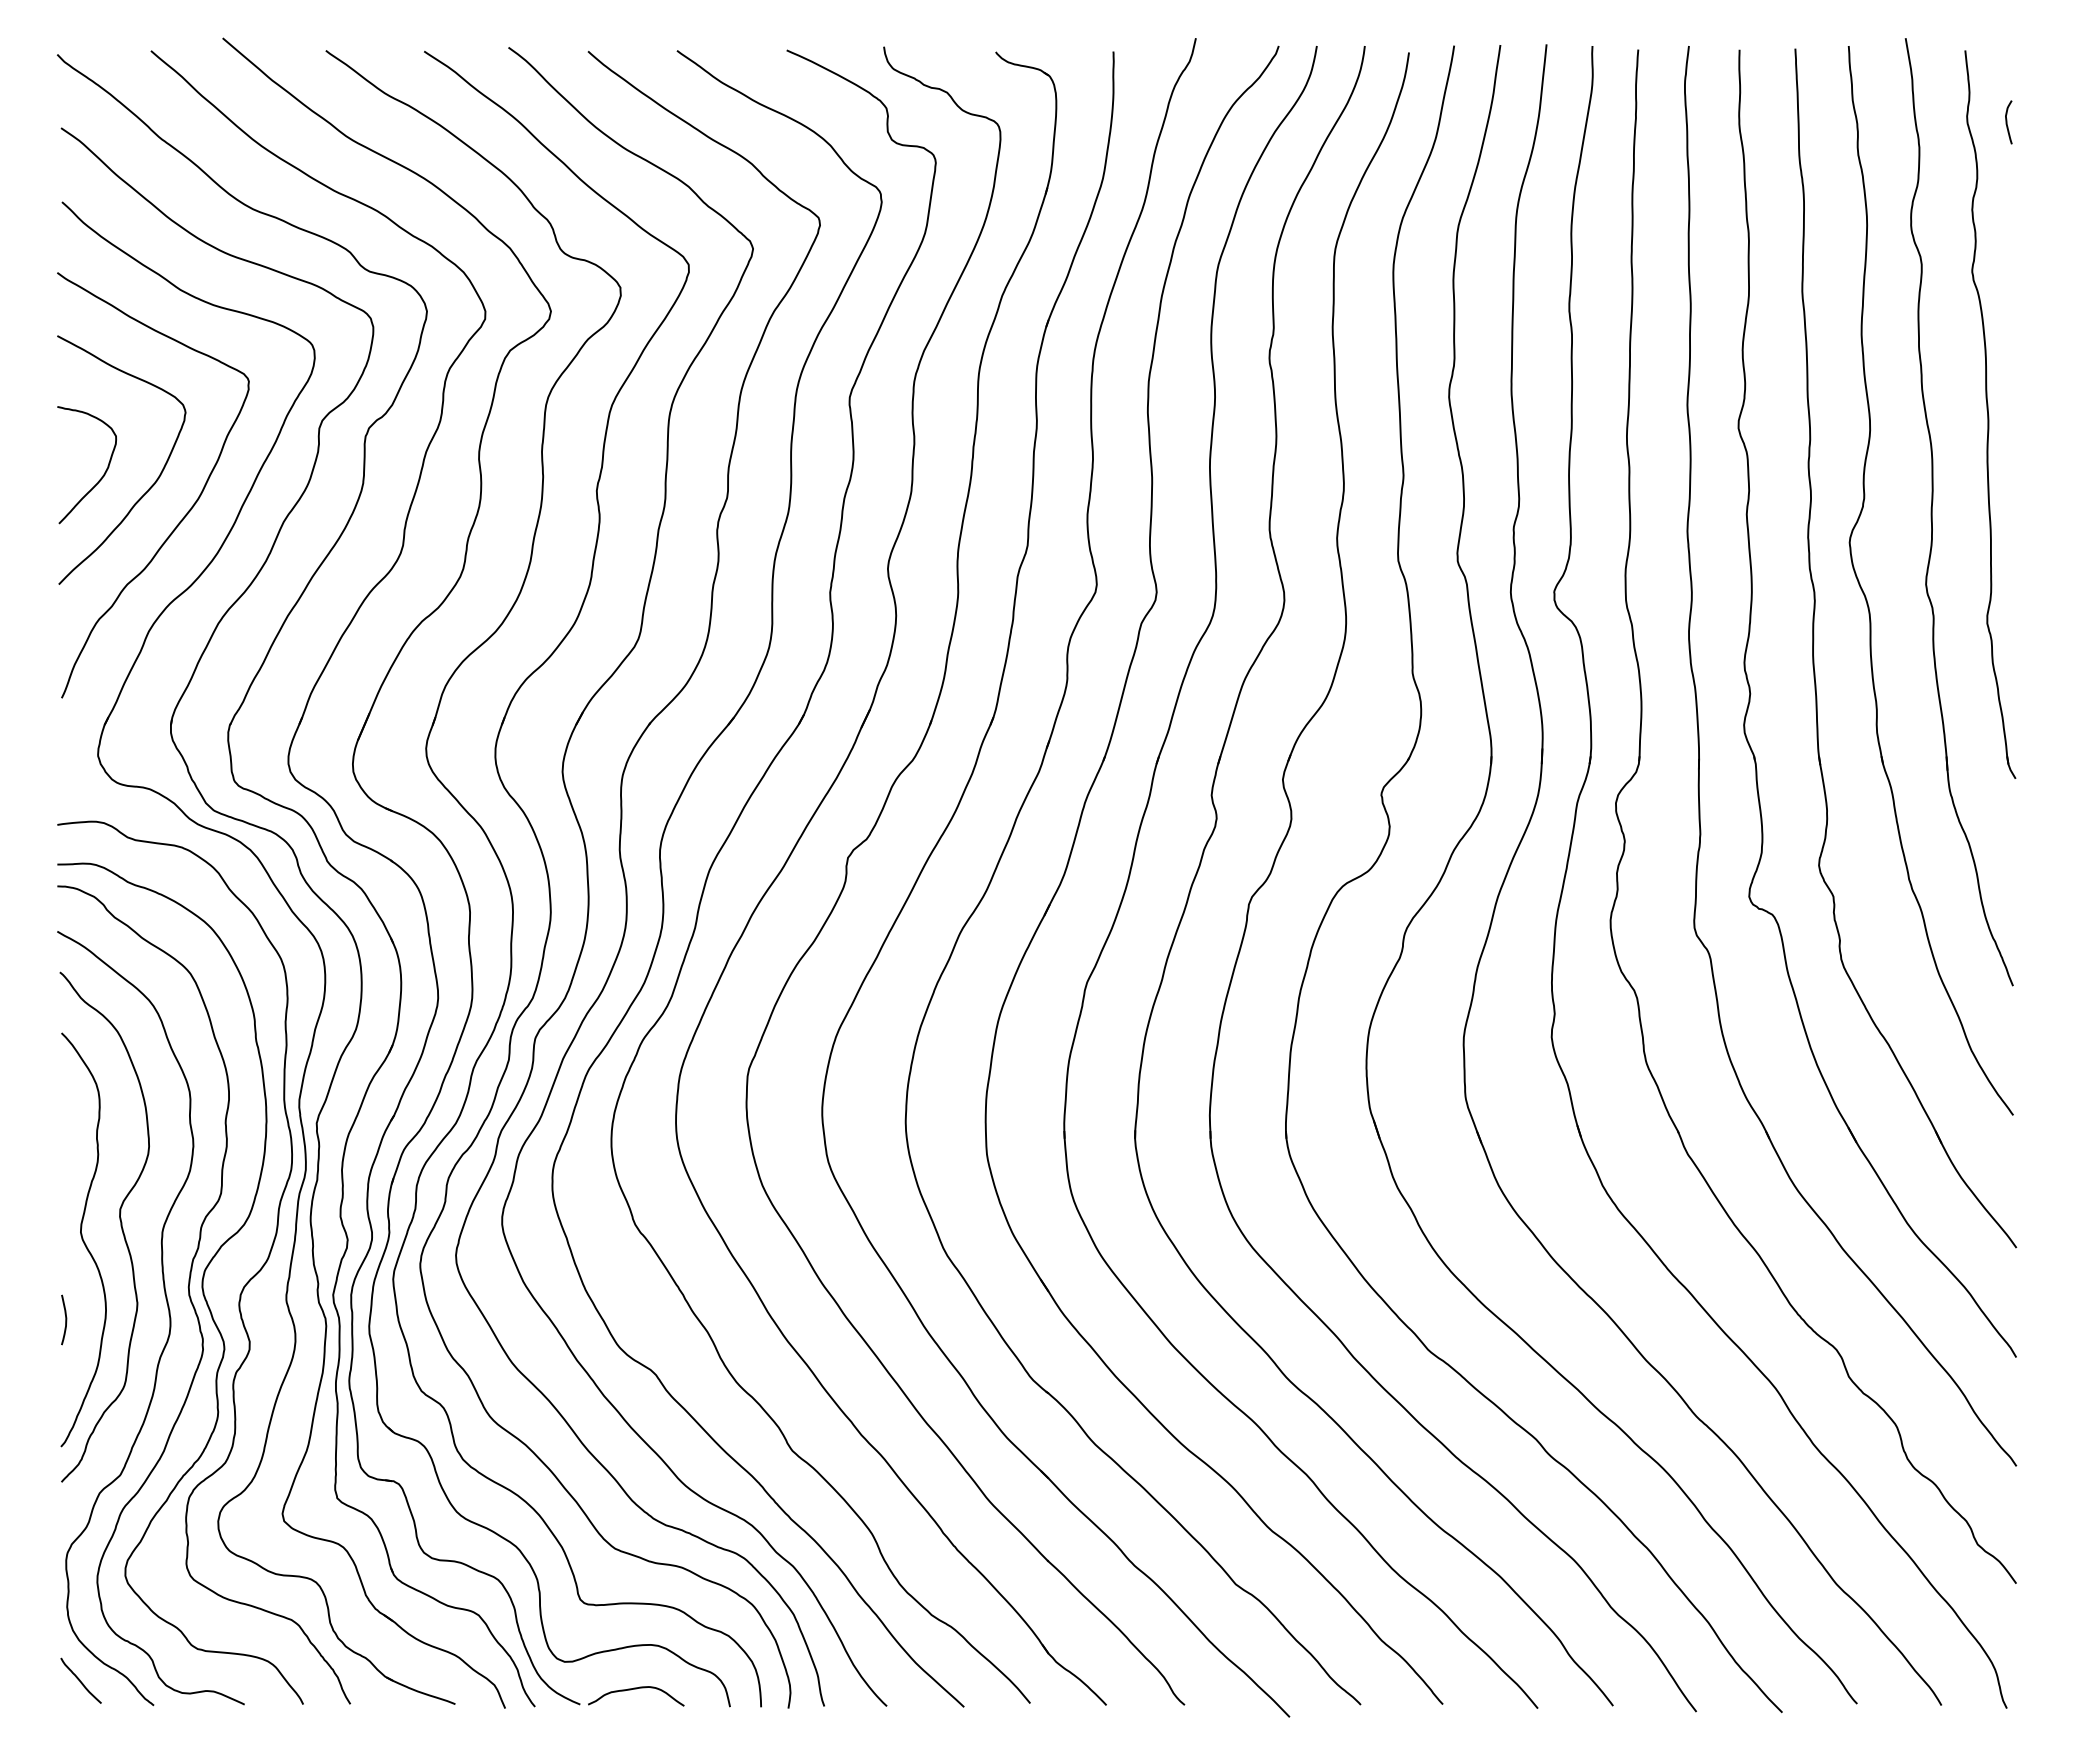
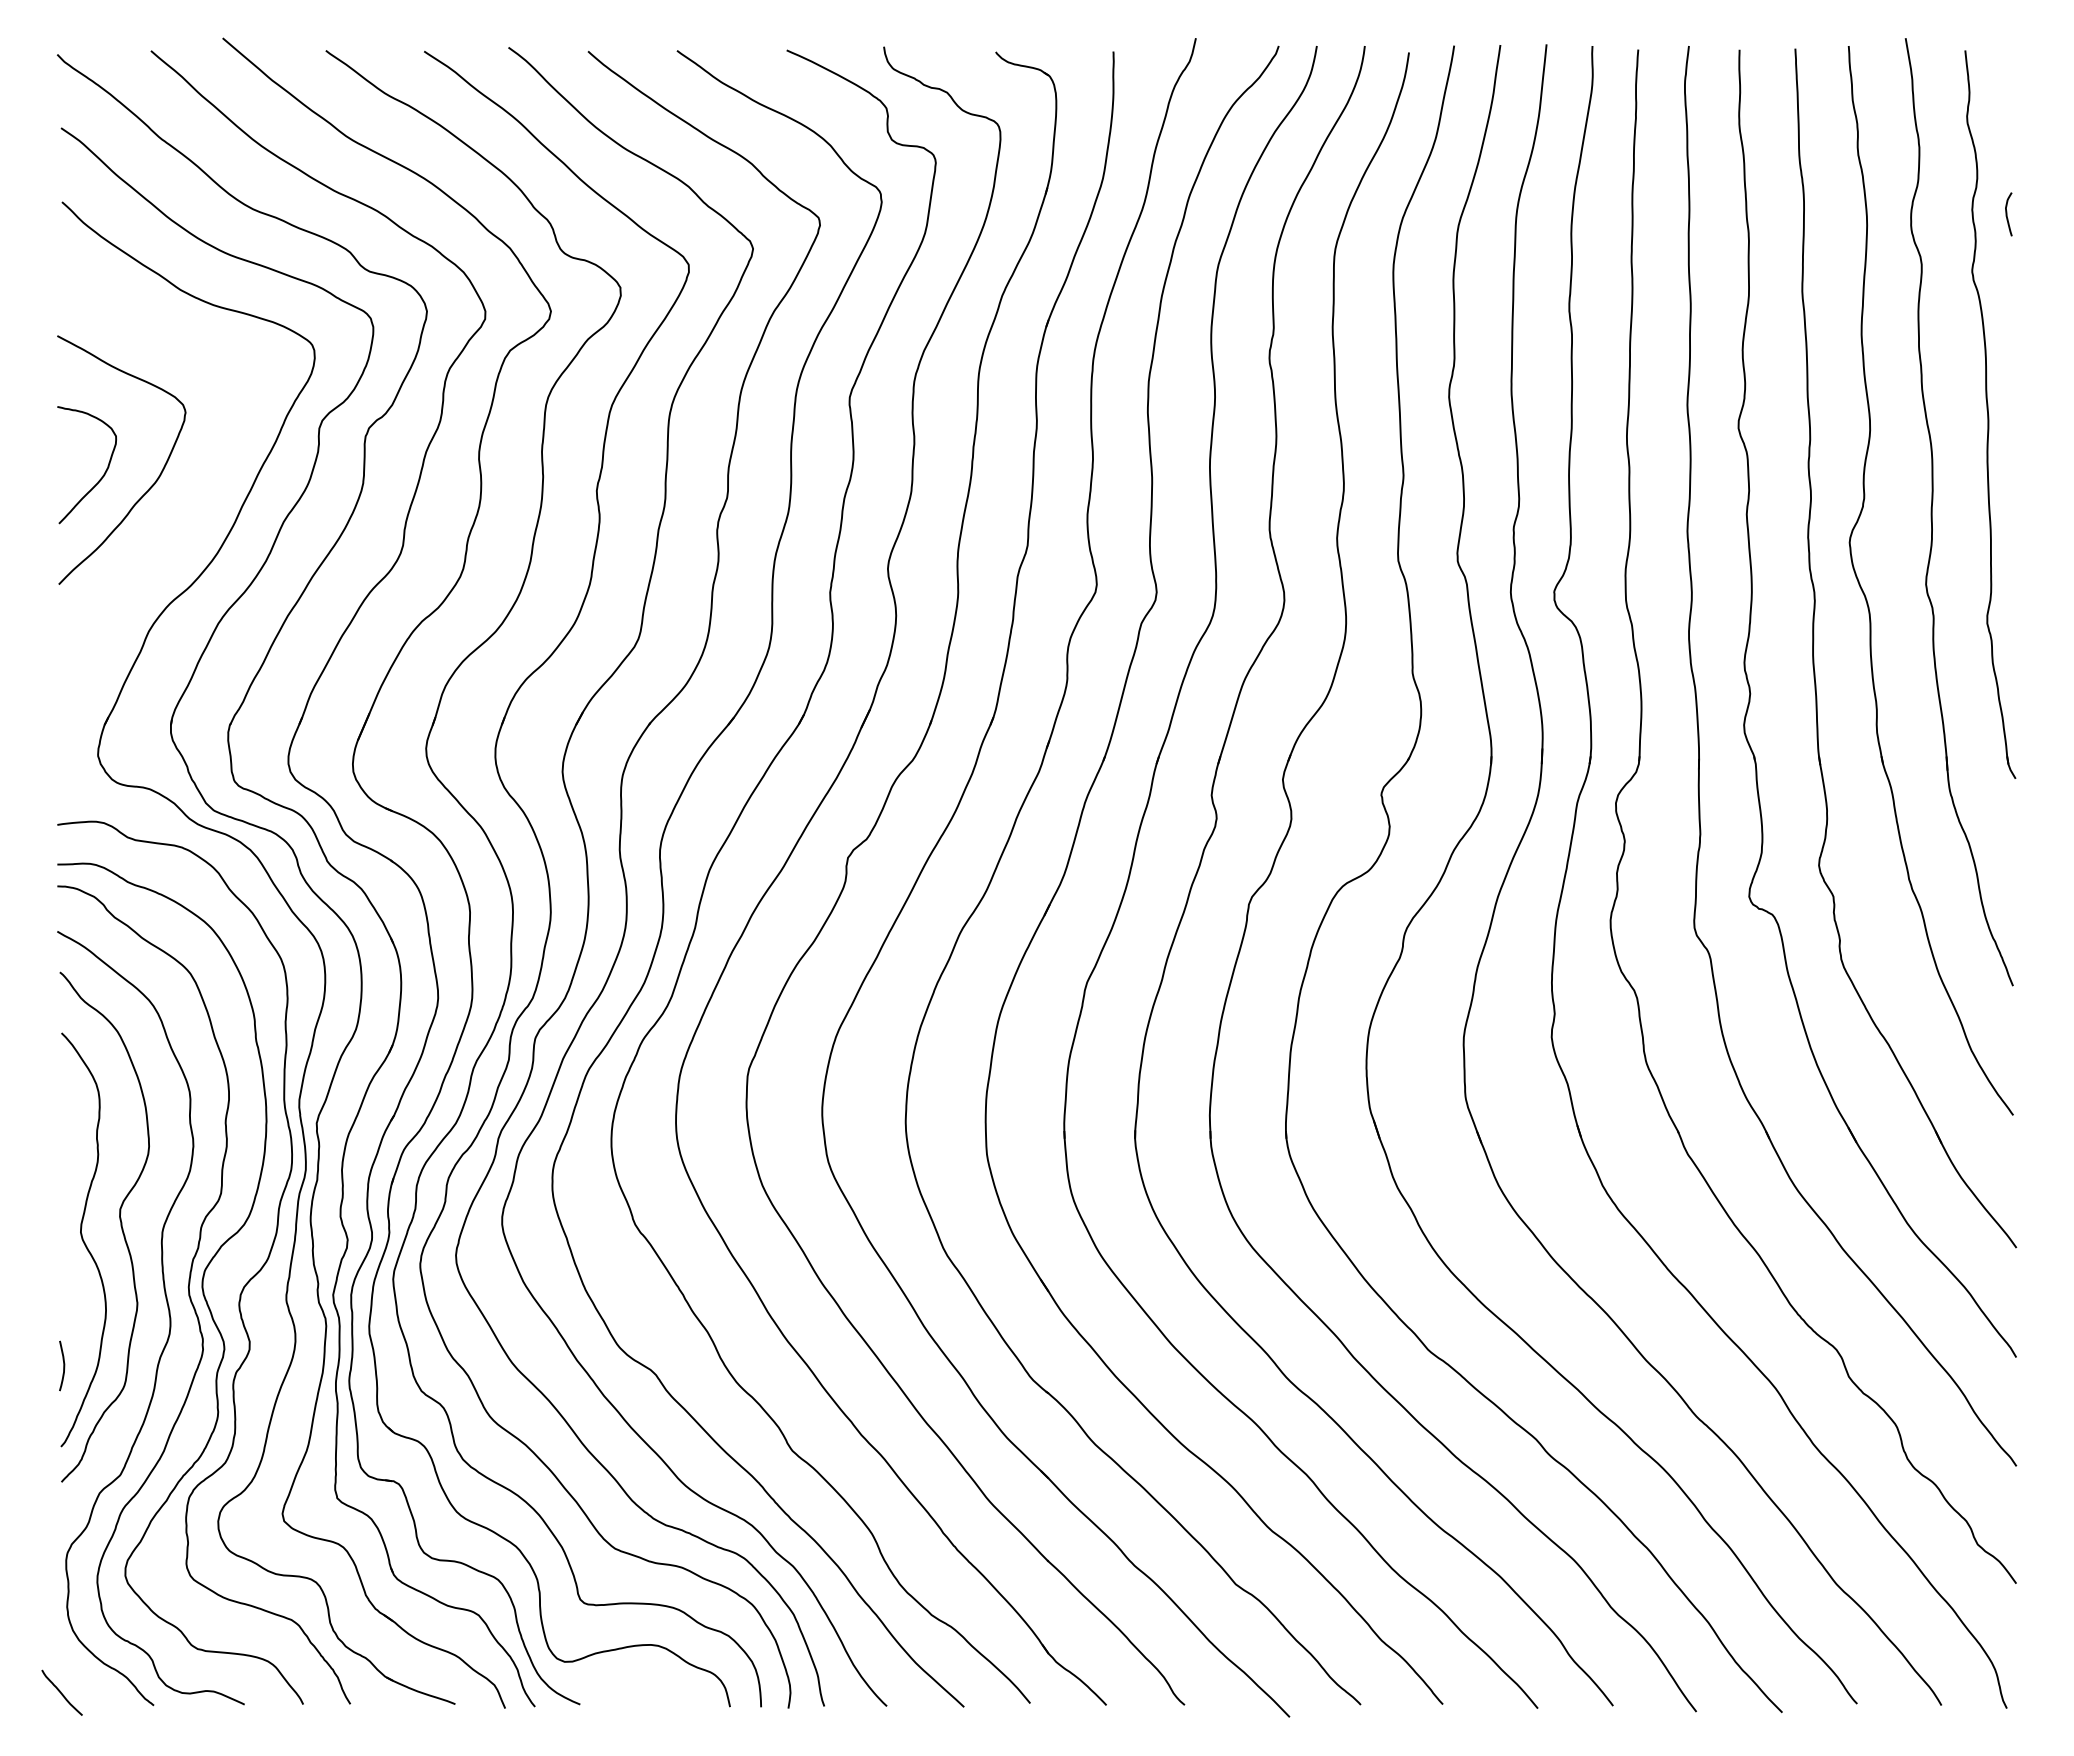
curve at (2007, 122) position: (2007, 122) -> (2007, 214)
curve at (187, 511): present -> none
curve at (65, 1319) position: (65, 1319) -> (63, 1365)
curve at (80, 1680) position: (80, 1680) -> (61, 1692)
curve at (636, 1689): present -> none
